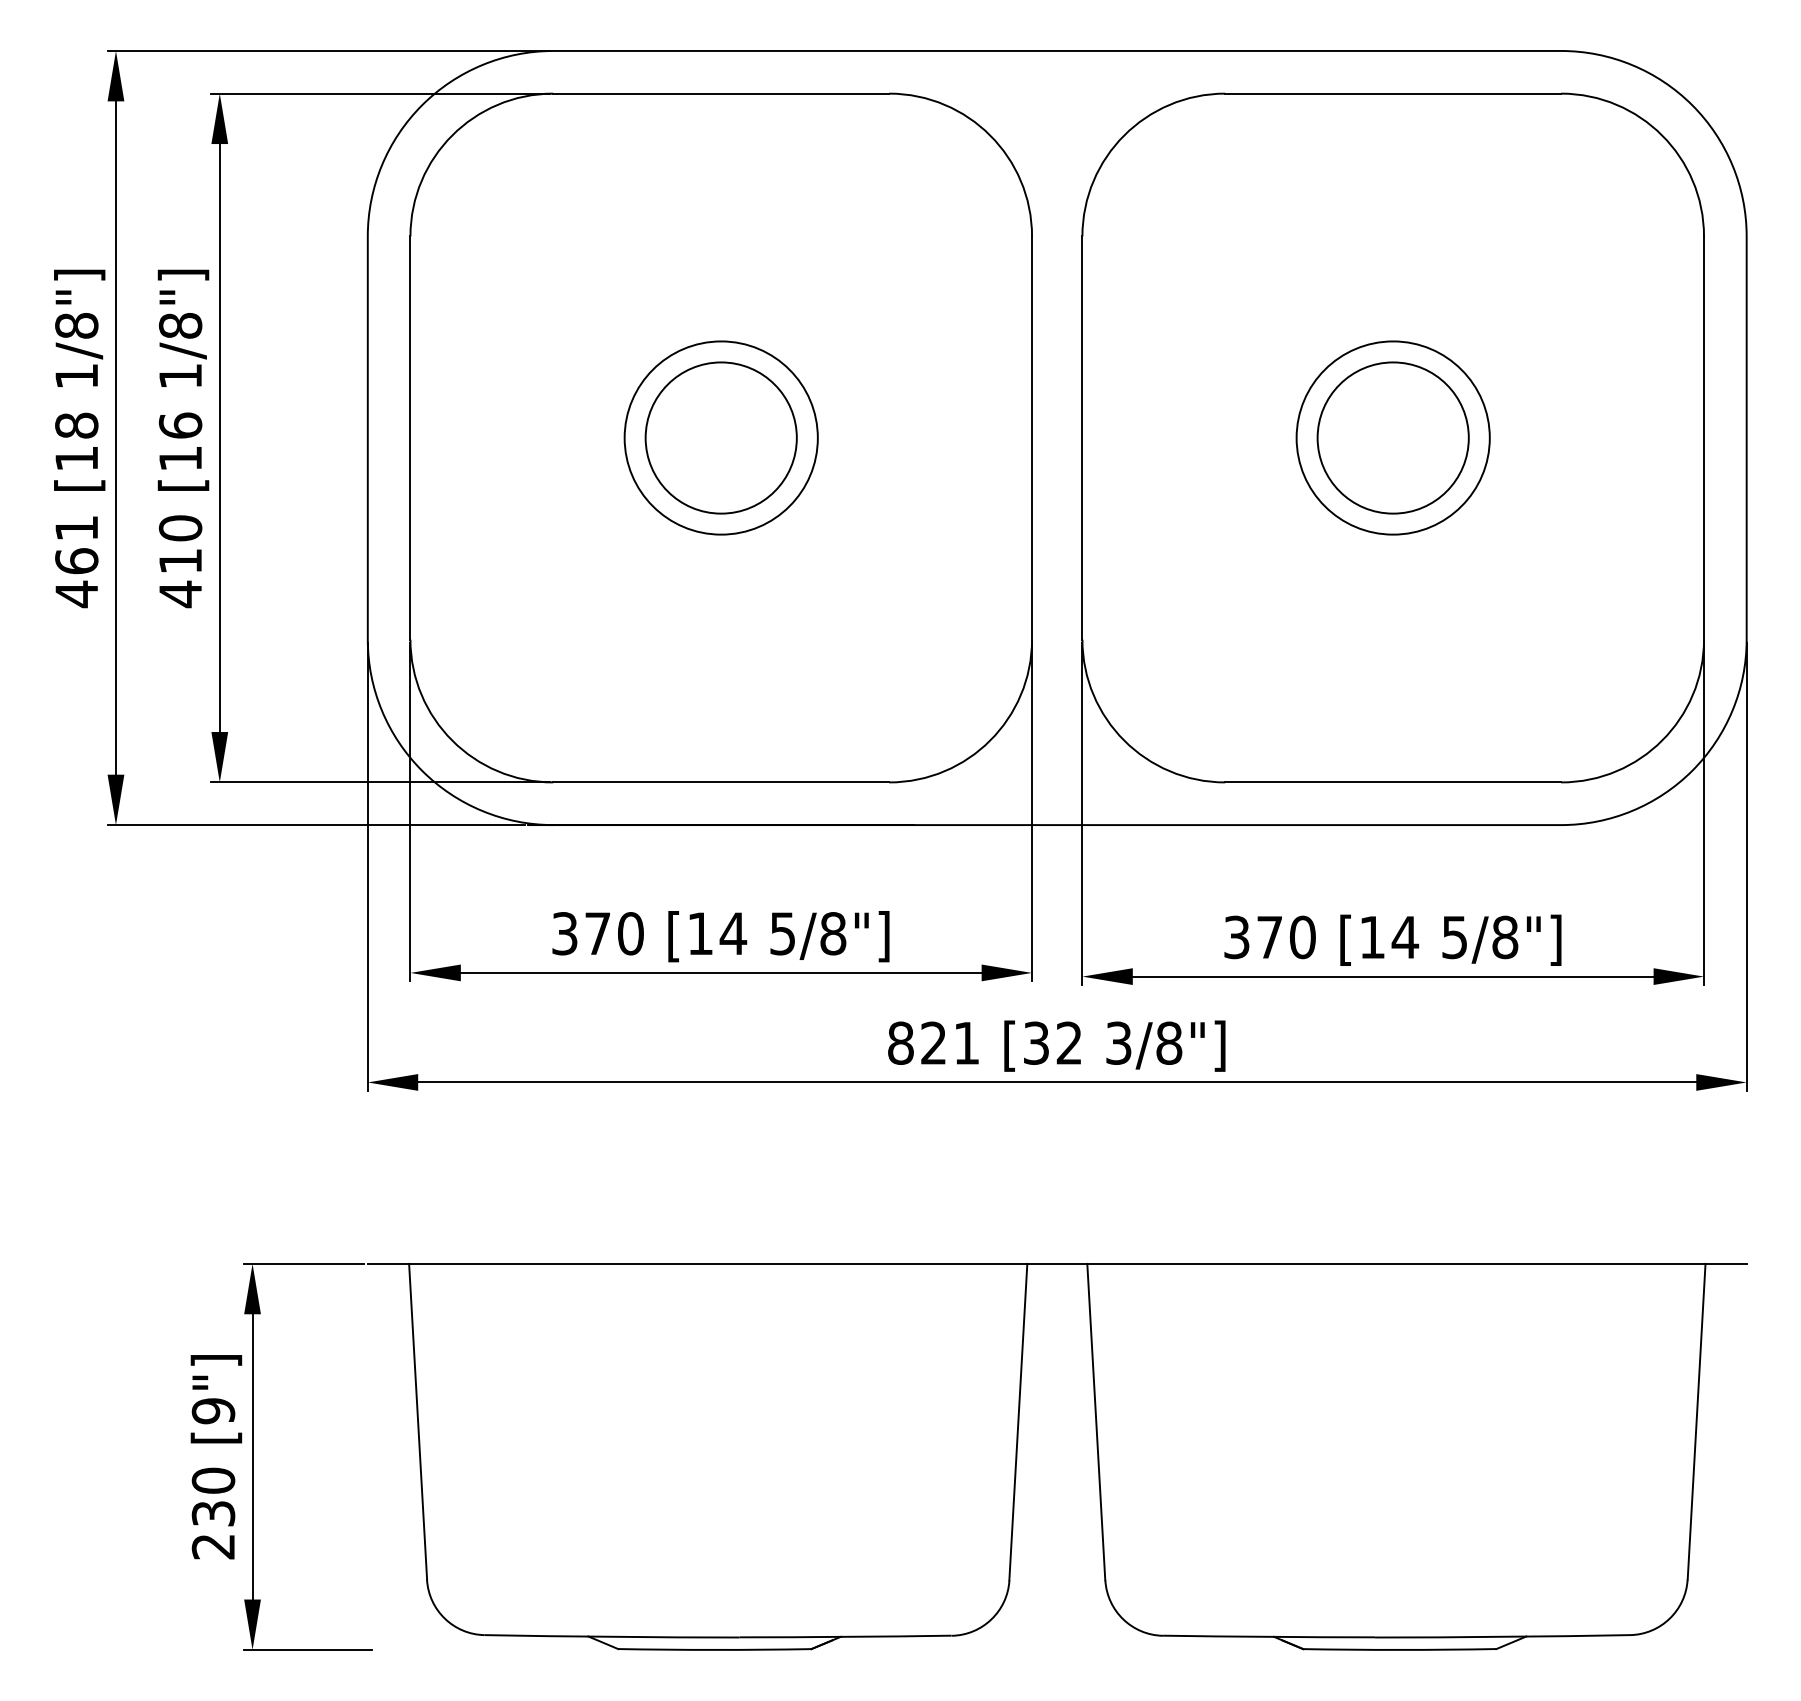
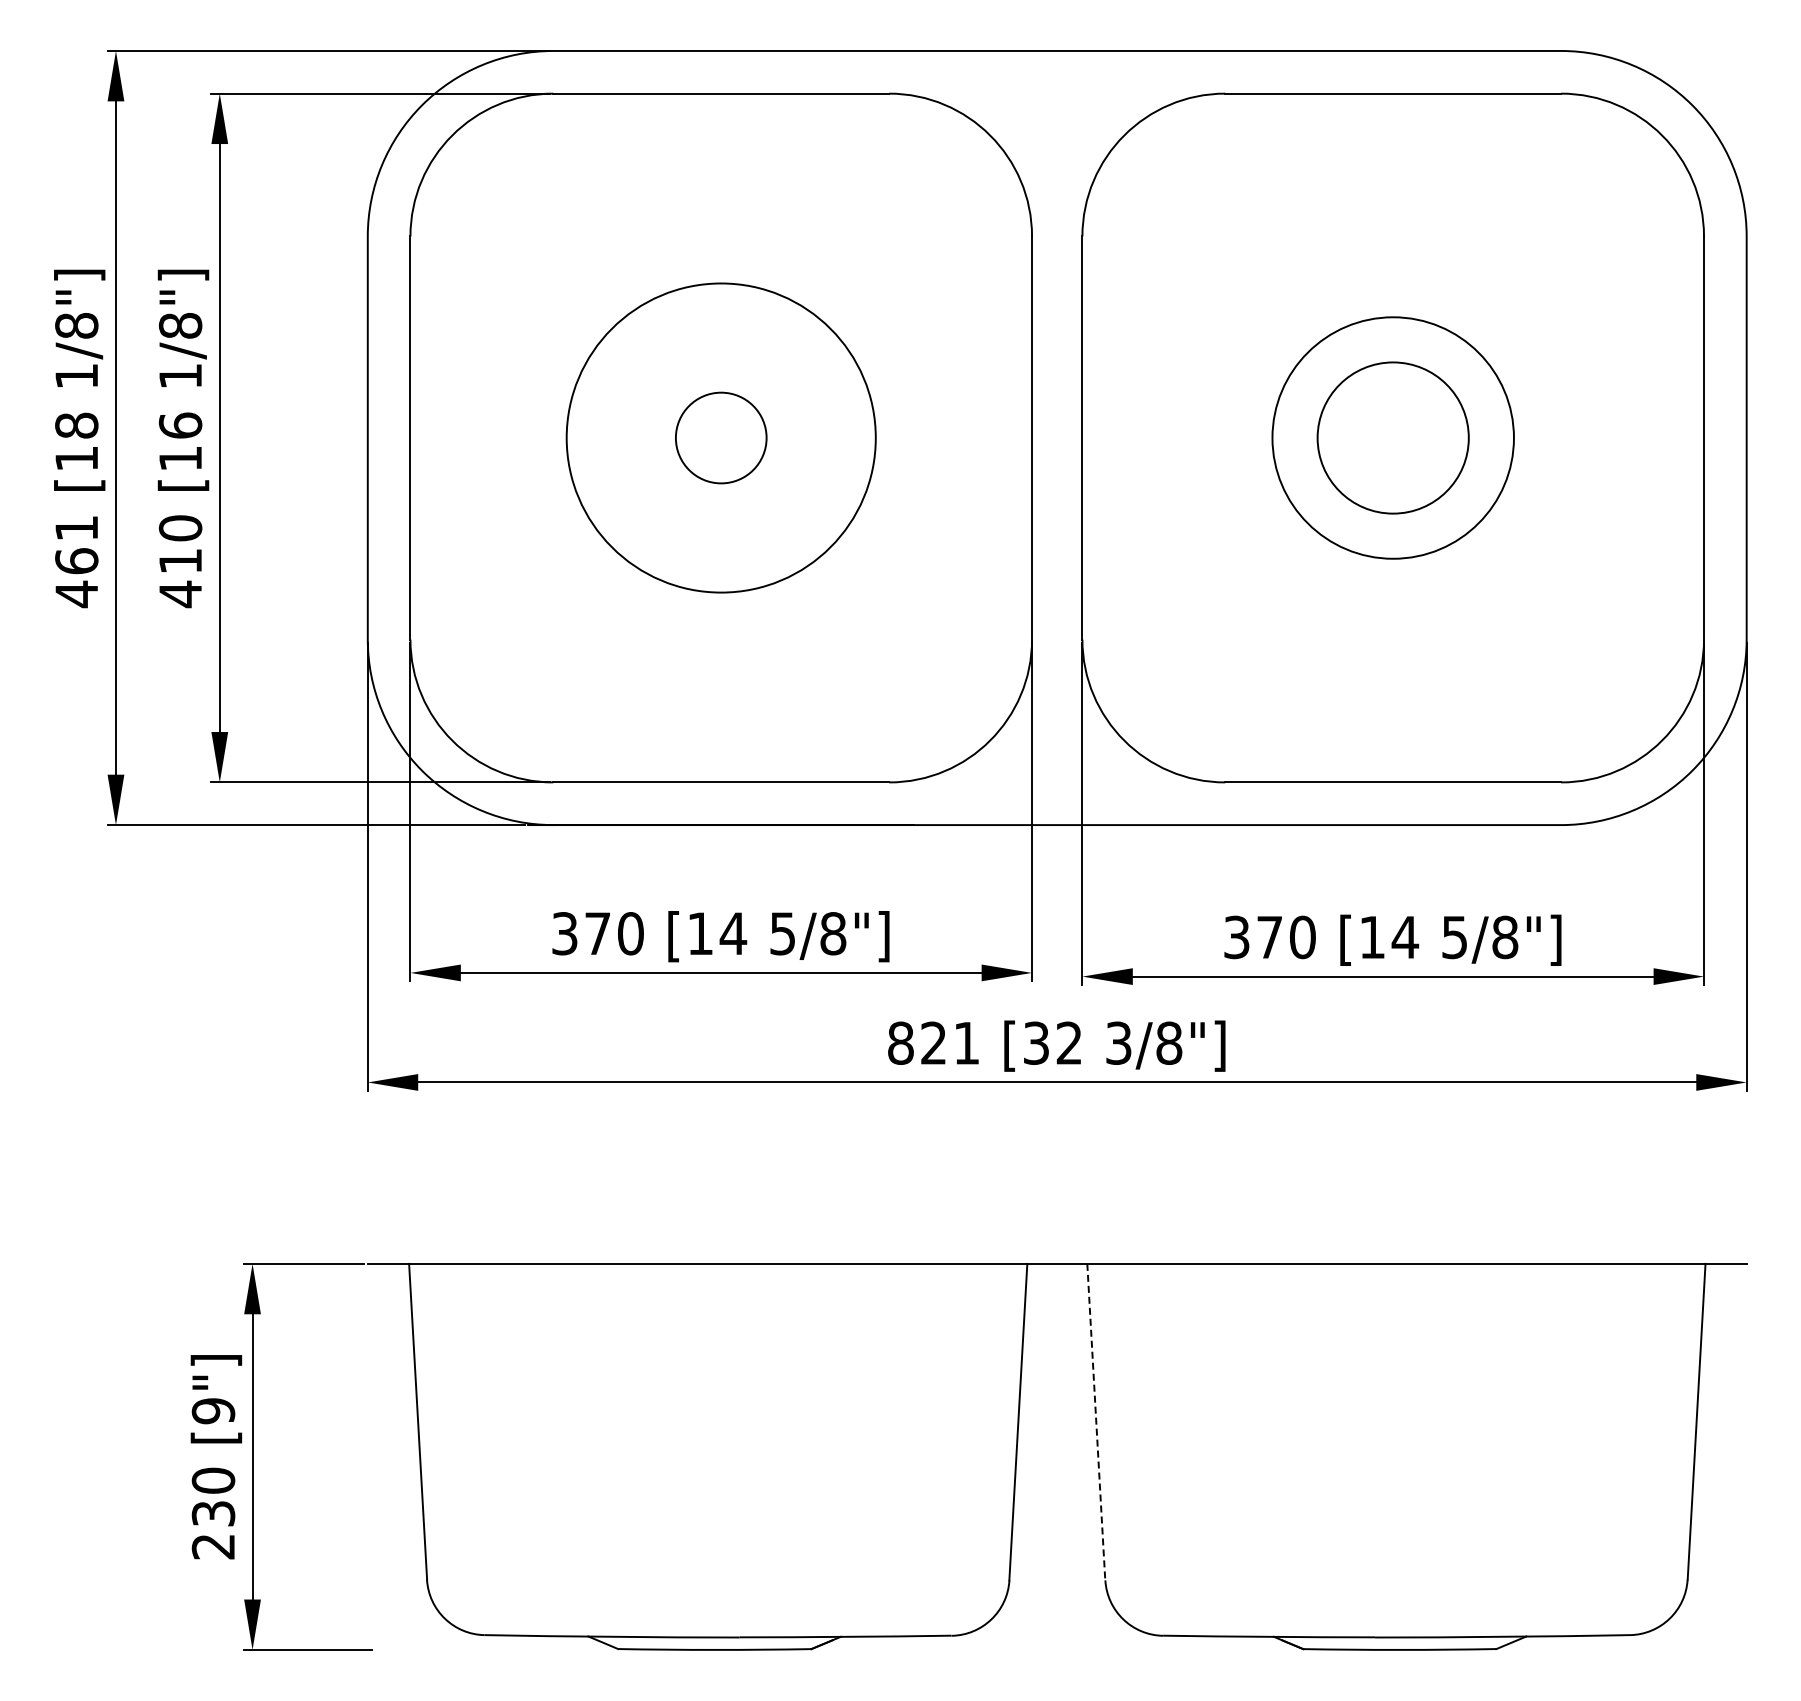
circle at (720, 437) diameter: 151 px -> 91 px
circle at (720, 437) diameter: 193 px -> 309 px
circle at (1392, 437) diameter: 193 px -> 241 px
line at (1096, 1422): solid -> dashed
